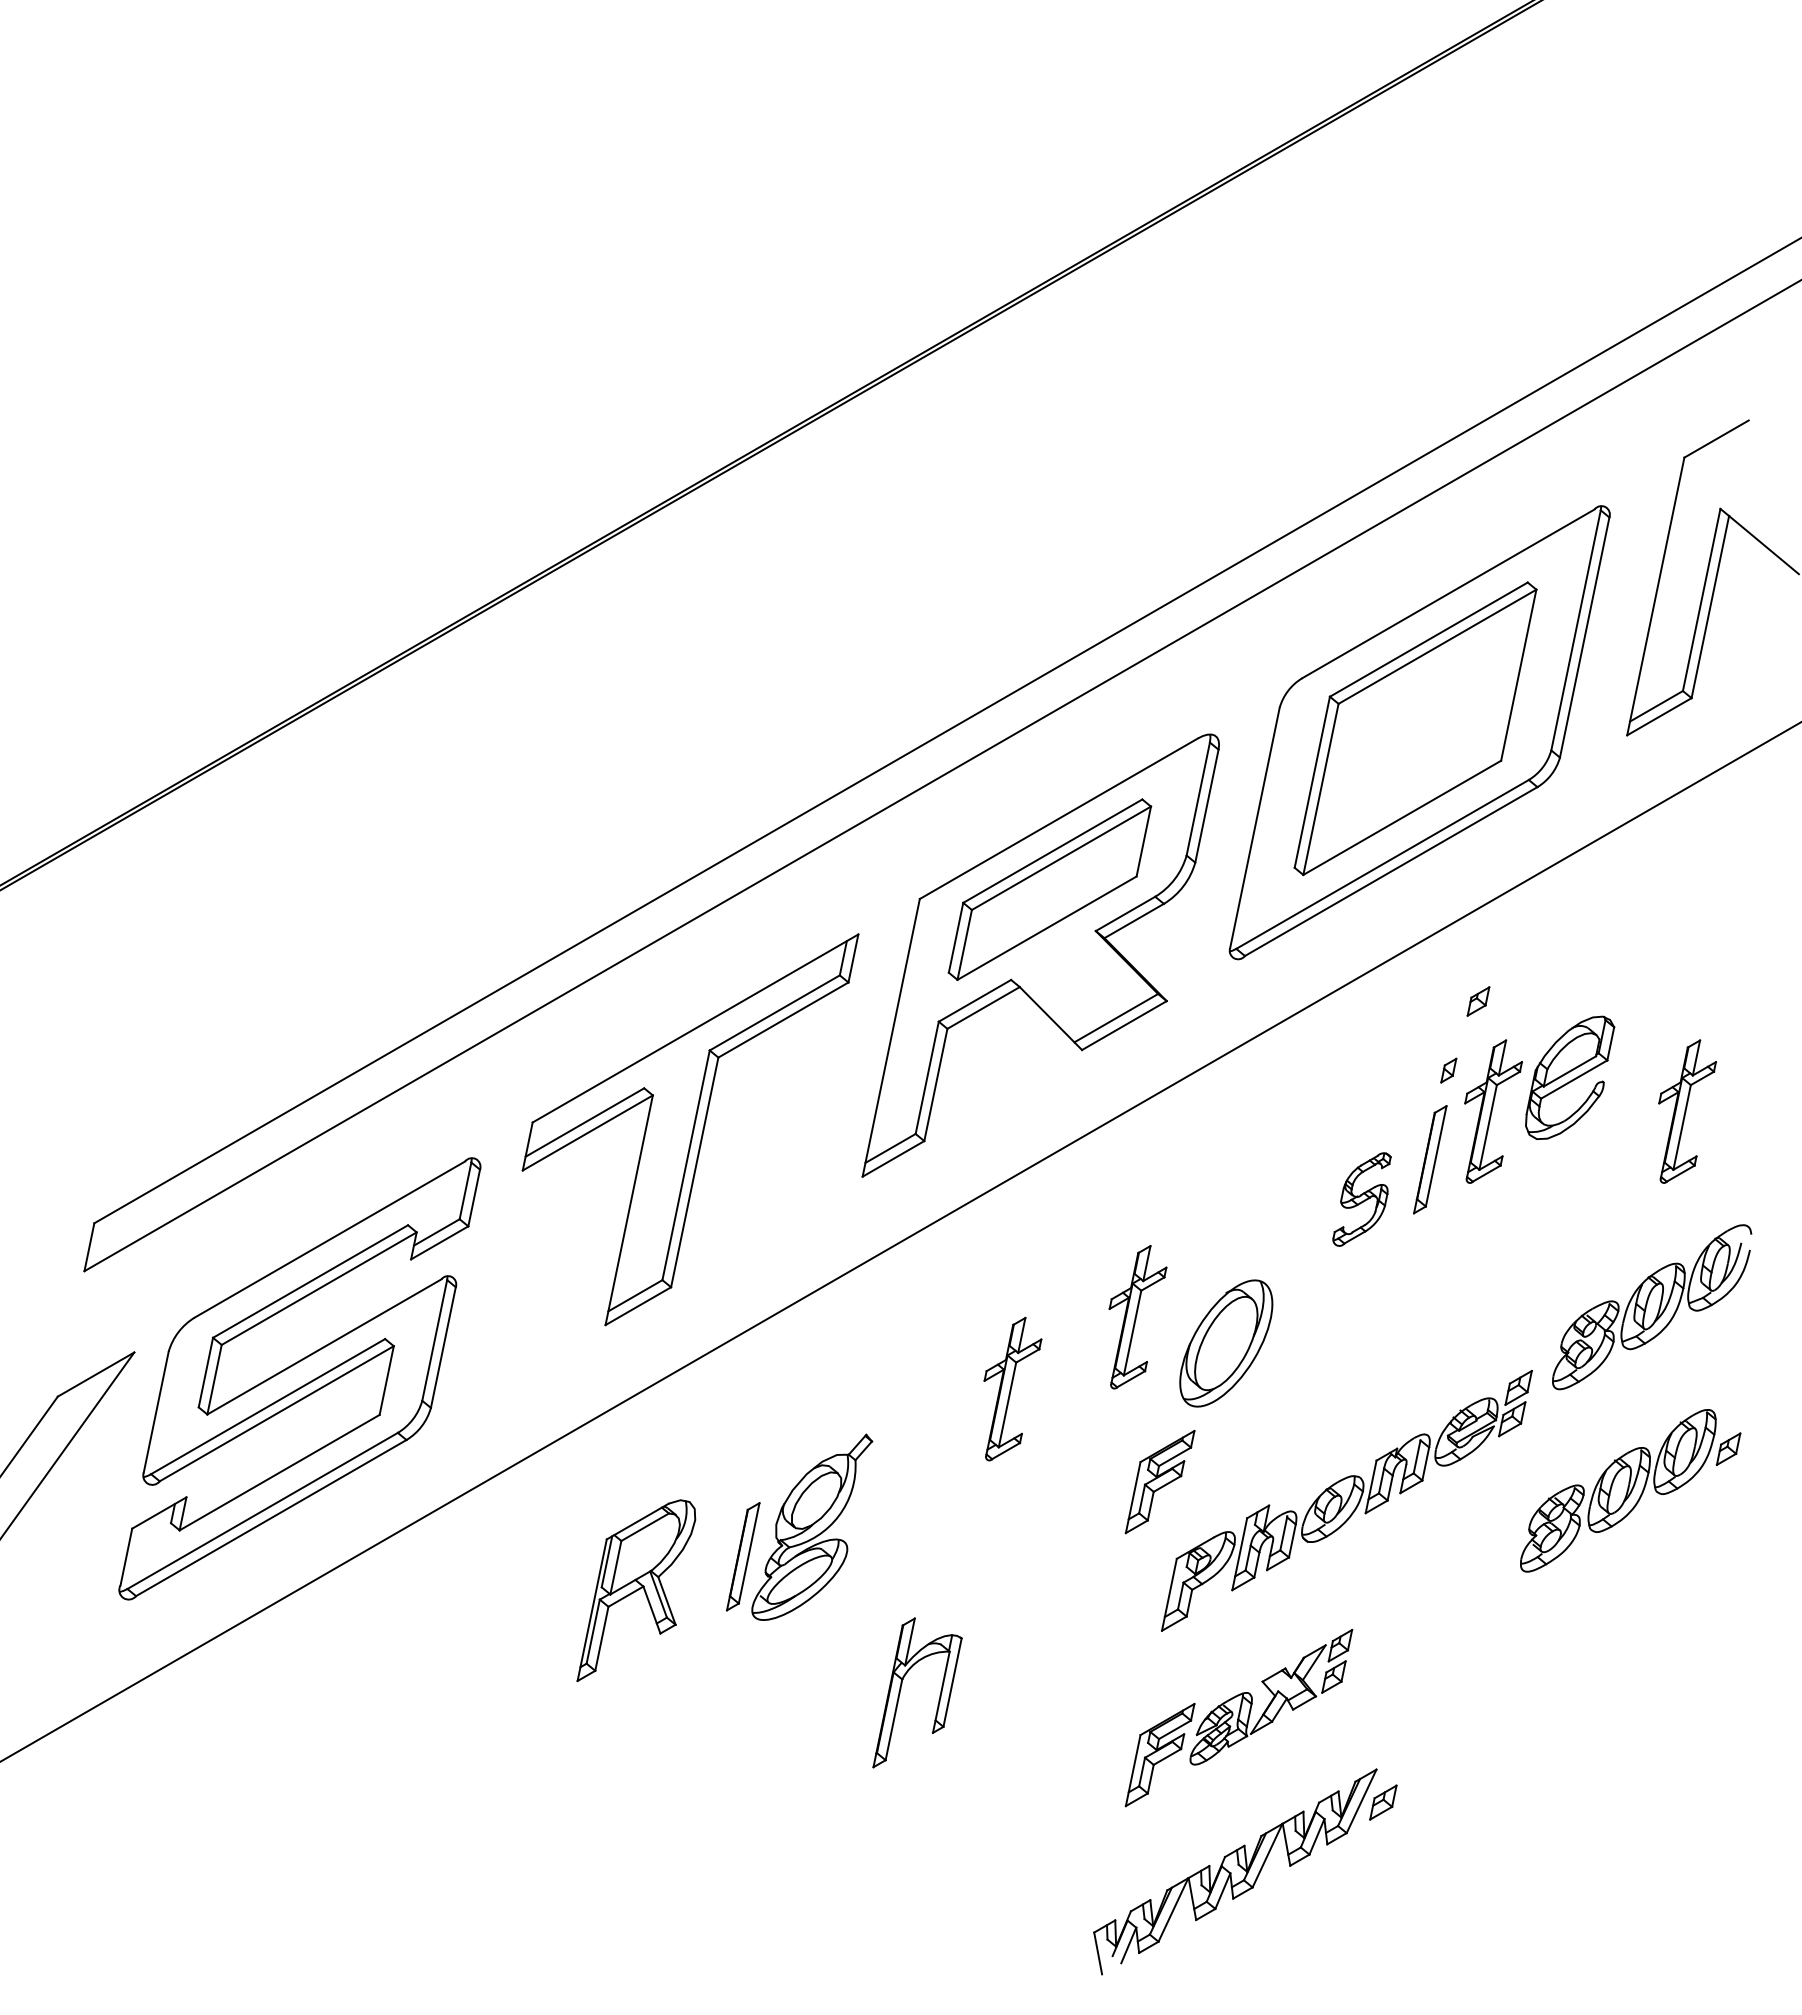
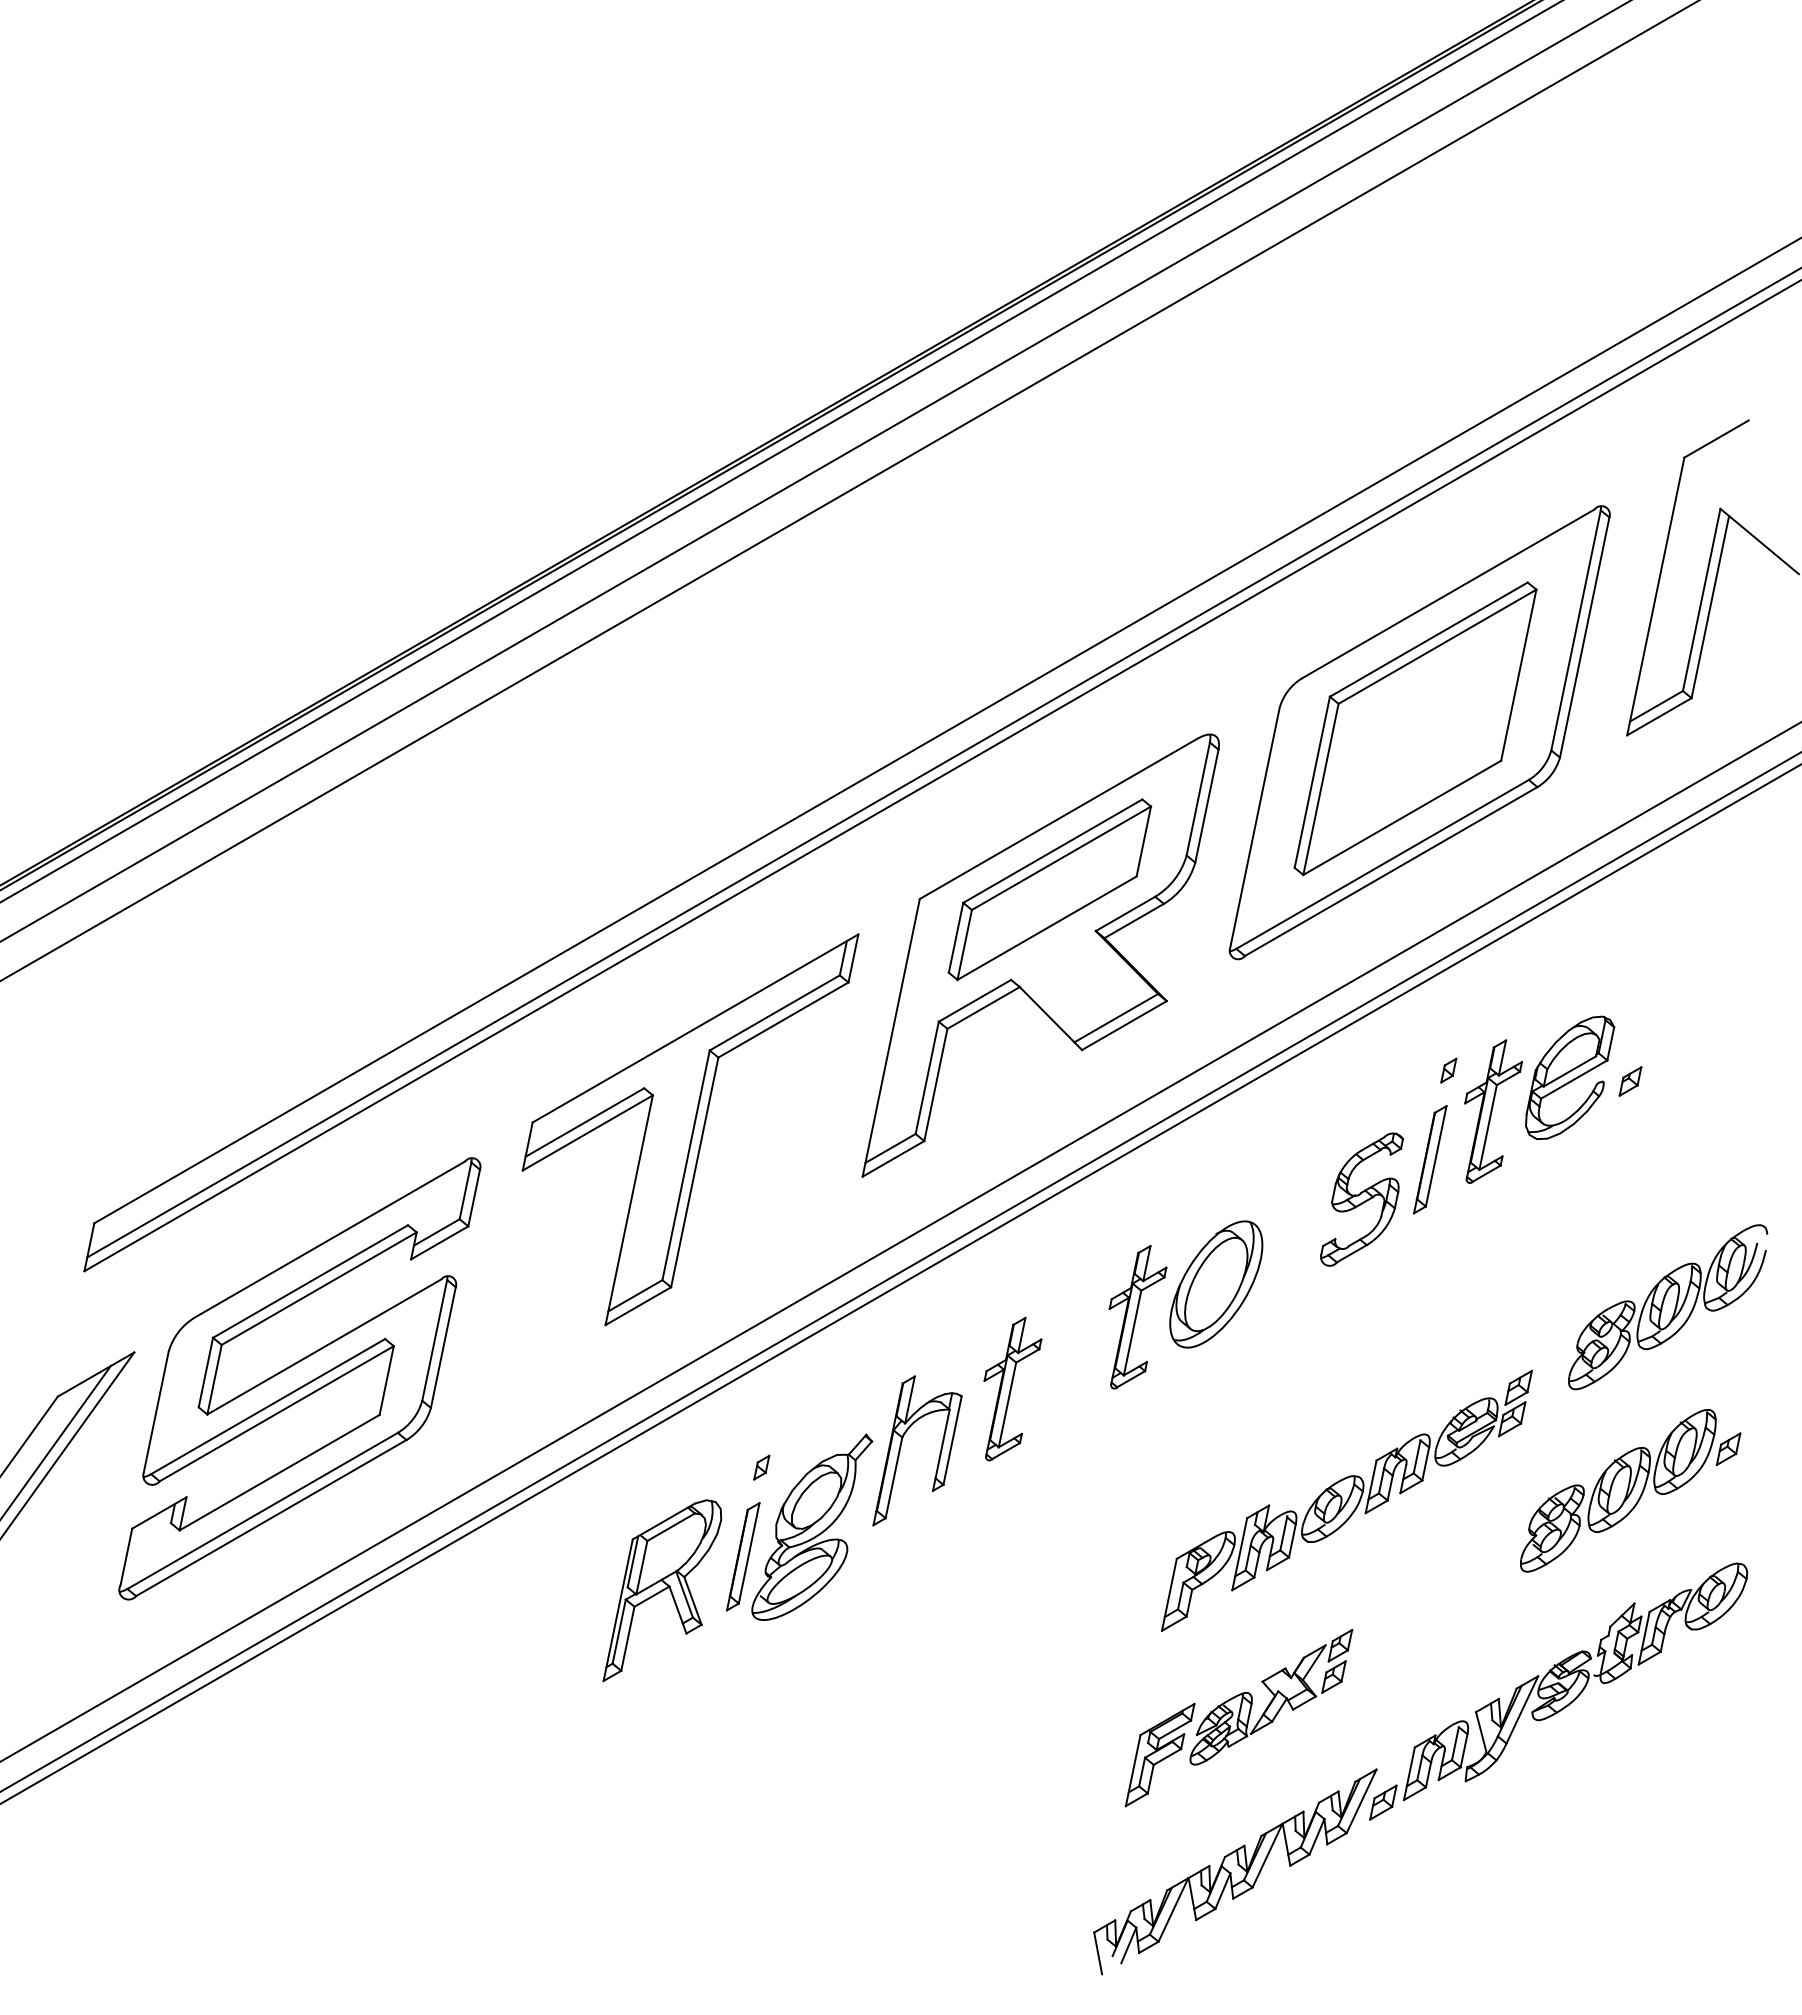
line at (780, 451): none -> present
line at (814, 471): none -> present
line at (849, 491): none -> present
line at (942, 763): none -> present
part at (1478, 1001) position: (1478, 1001) -> (1630, 1081)
part at (1687, 1111): present -> none
part at (1361, 1199) size: 60x95 px -> 84x135 px
line at (900, 1271): none -> present
line at (900, 1283): none -> present
part at (1652, 1307) position: (1652, 1307) -> (1668, 1307)
part at (1226, 1343) position: (1226, 1343) -> (1216, 1284)
line at (56, 1441): none -> present
part at (761, 1467): none -> present
part at (1159, 1481): present -> none
part at (636, 1590) position: (636, 1590) -> (662, 1590)
part at (1575, 1681): none -> present
part at (901, 1689) position: (901, 1689) -> (901, 1447)
